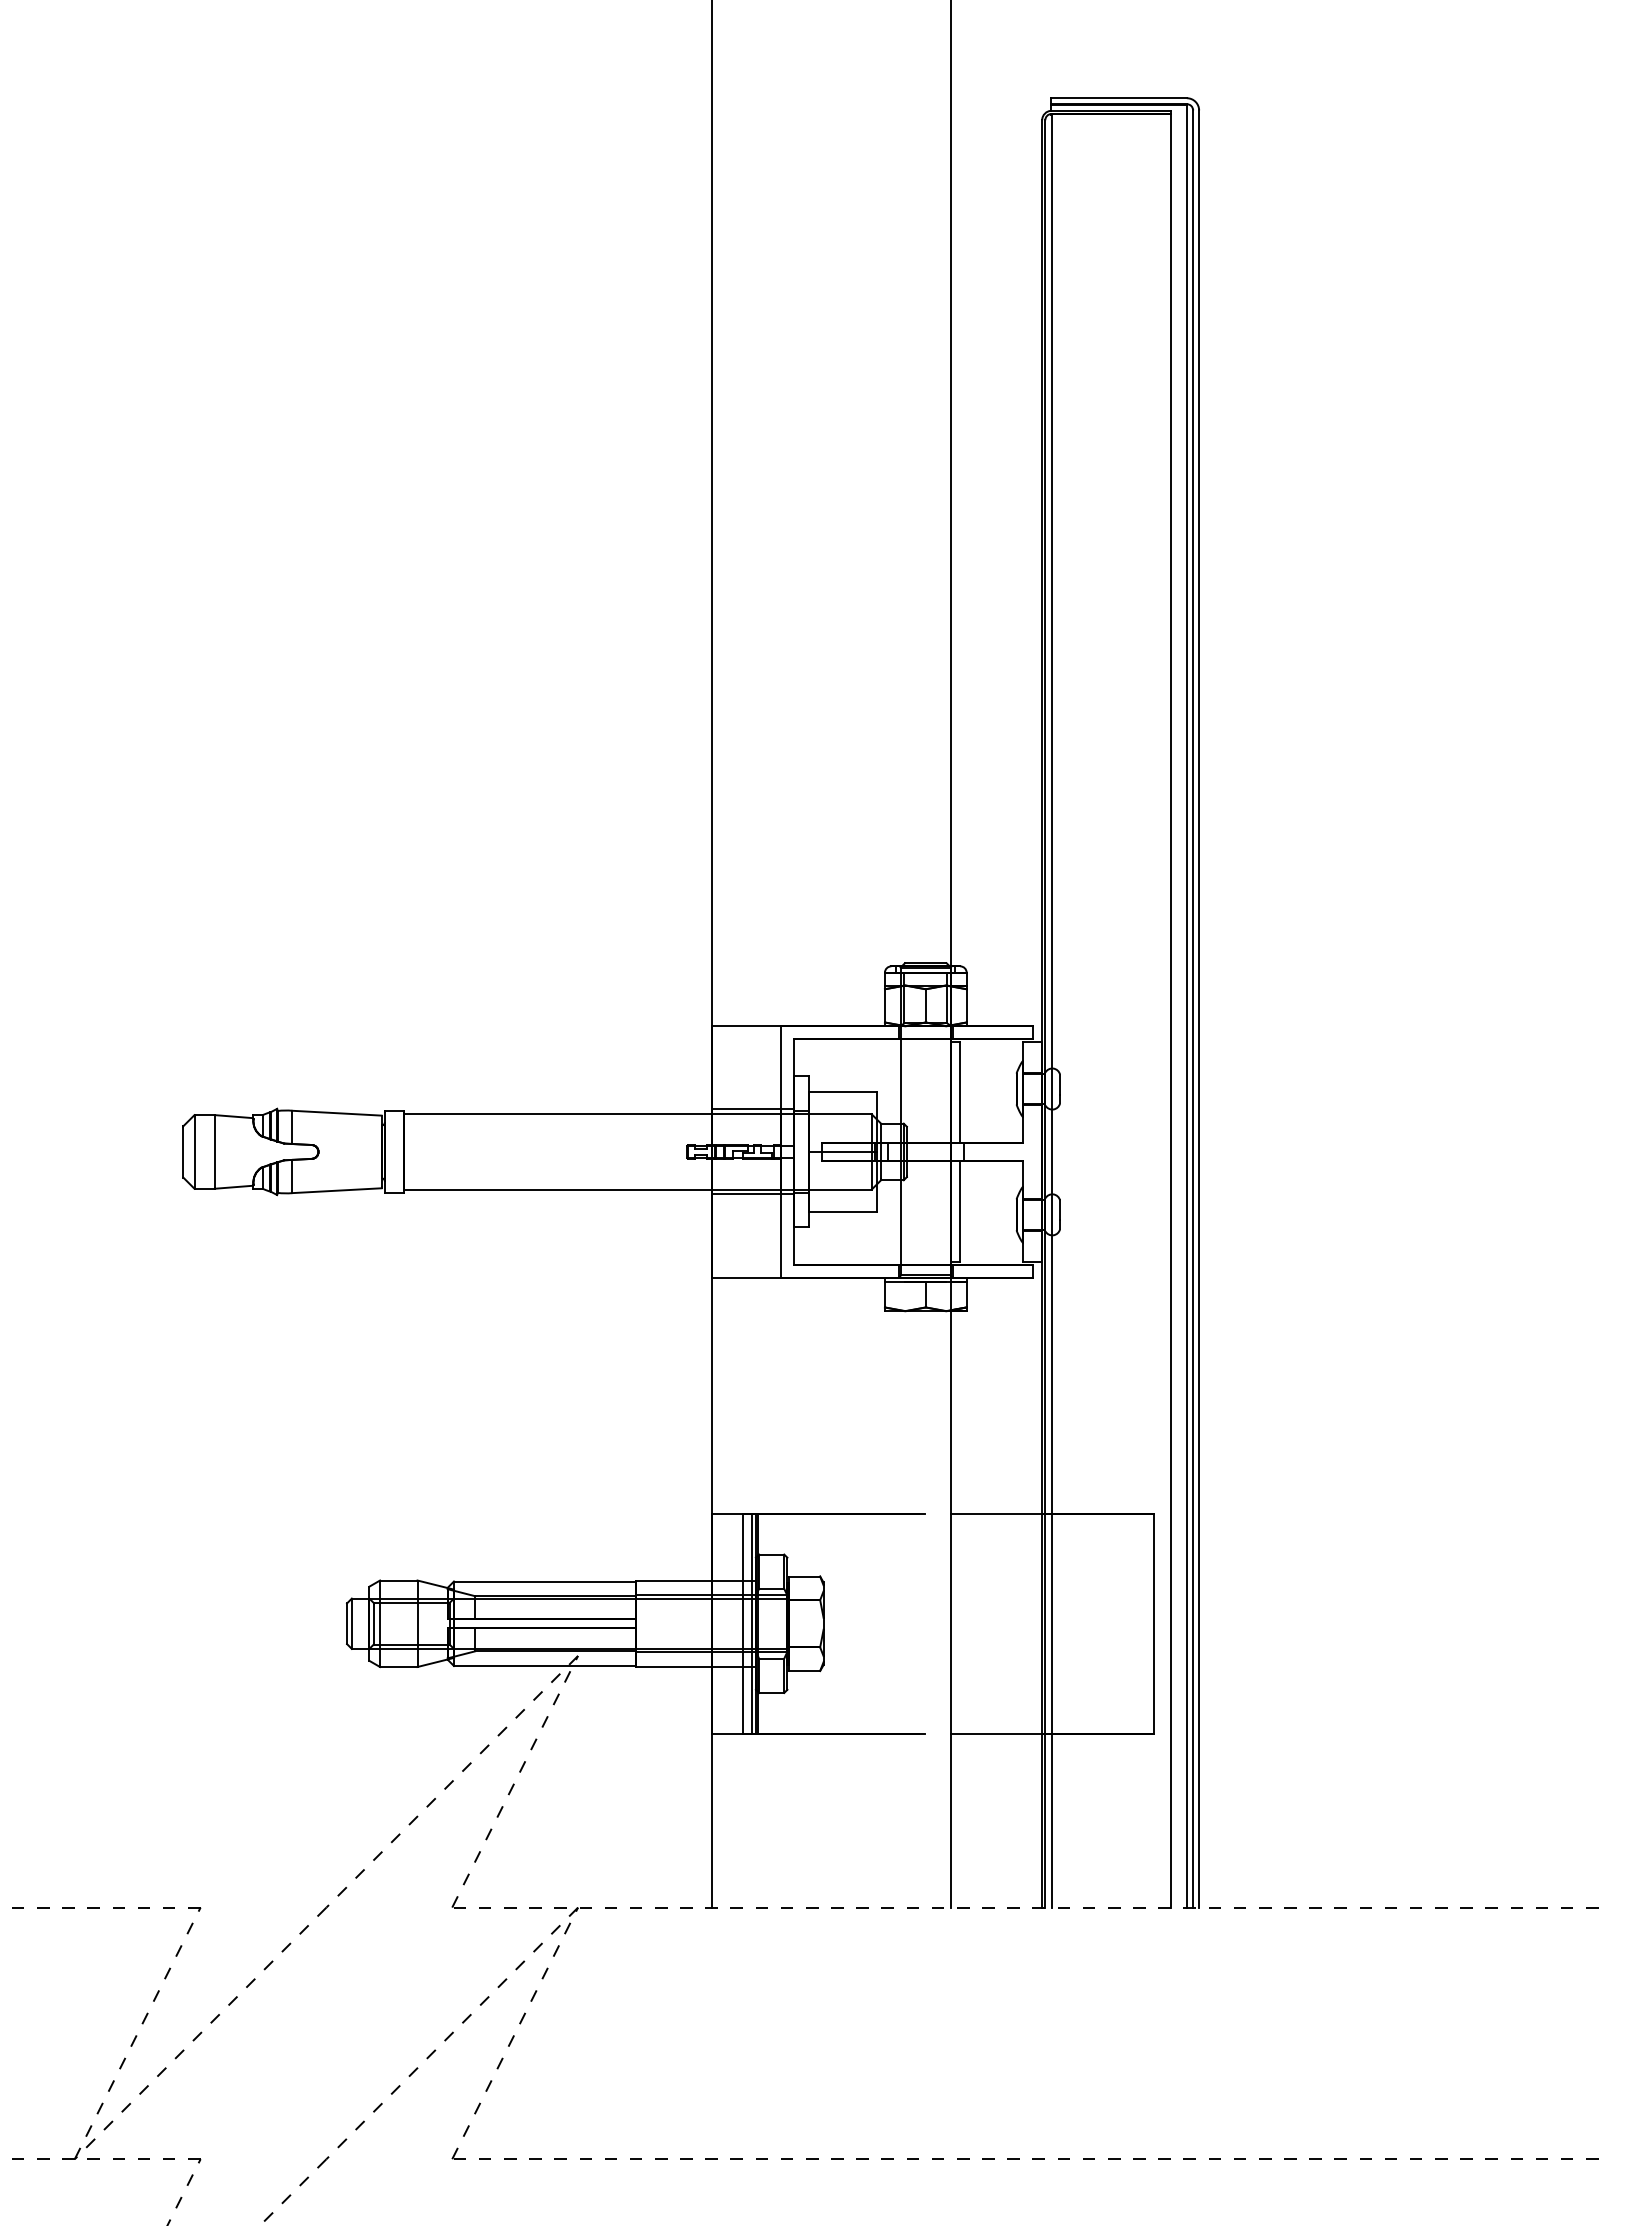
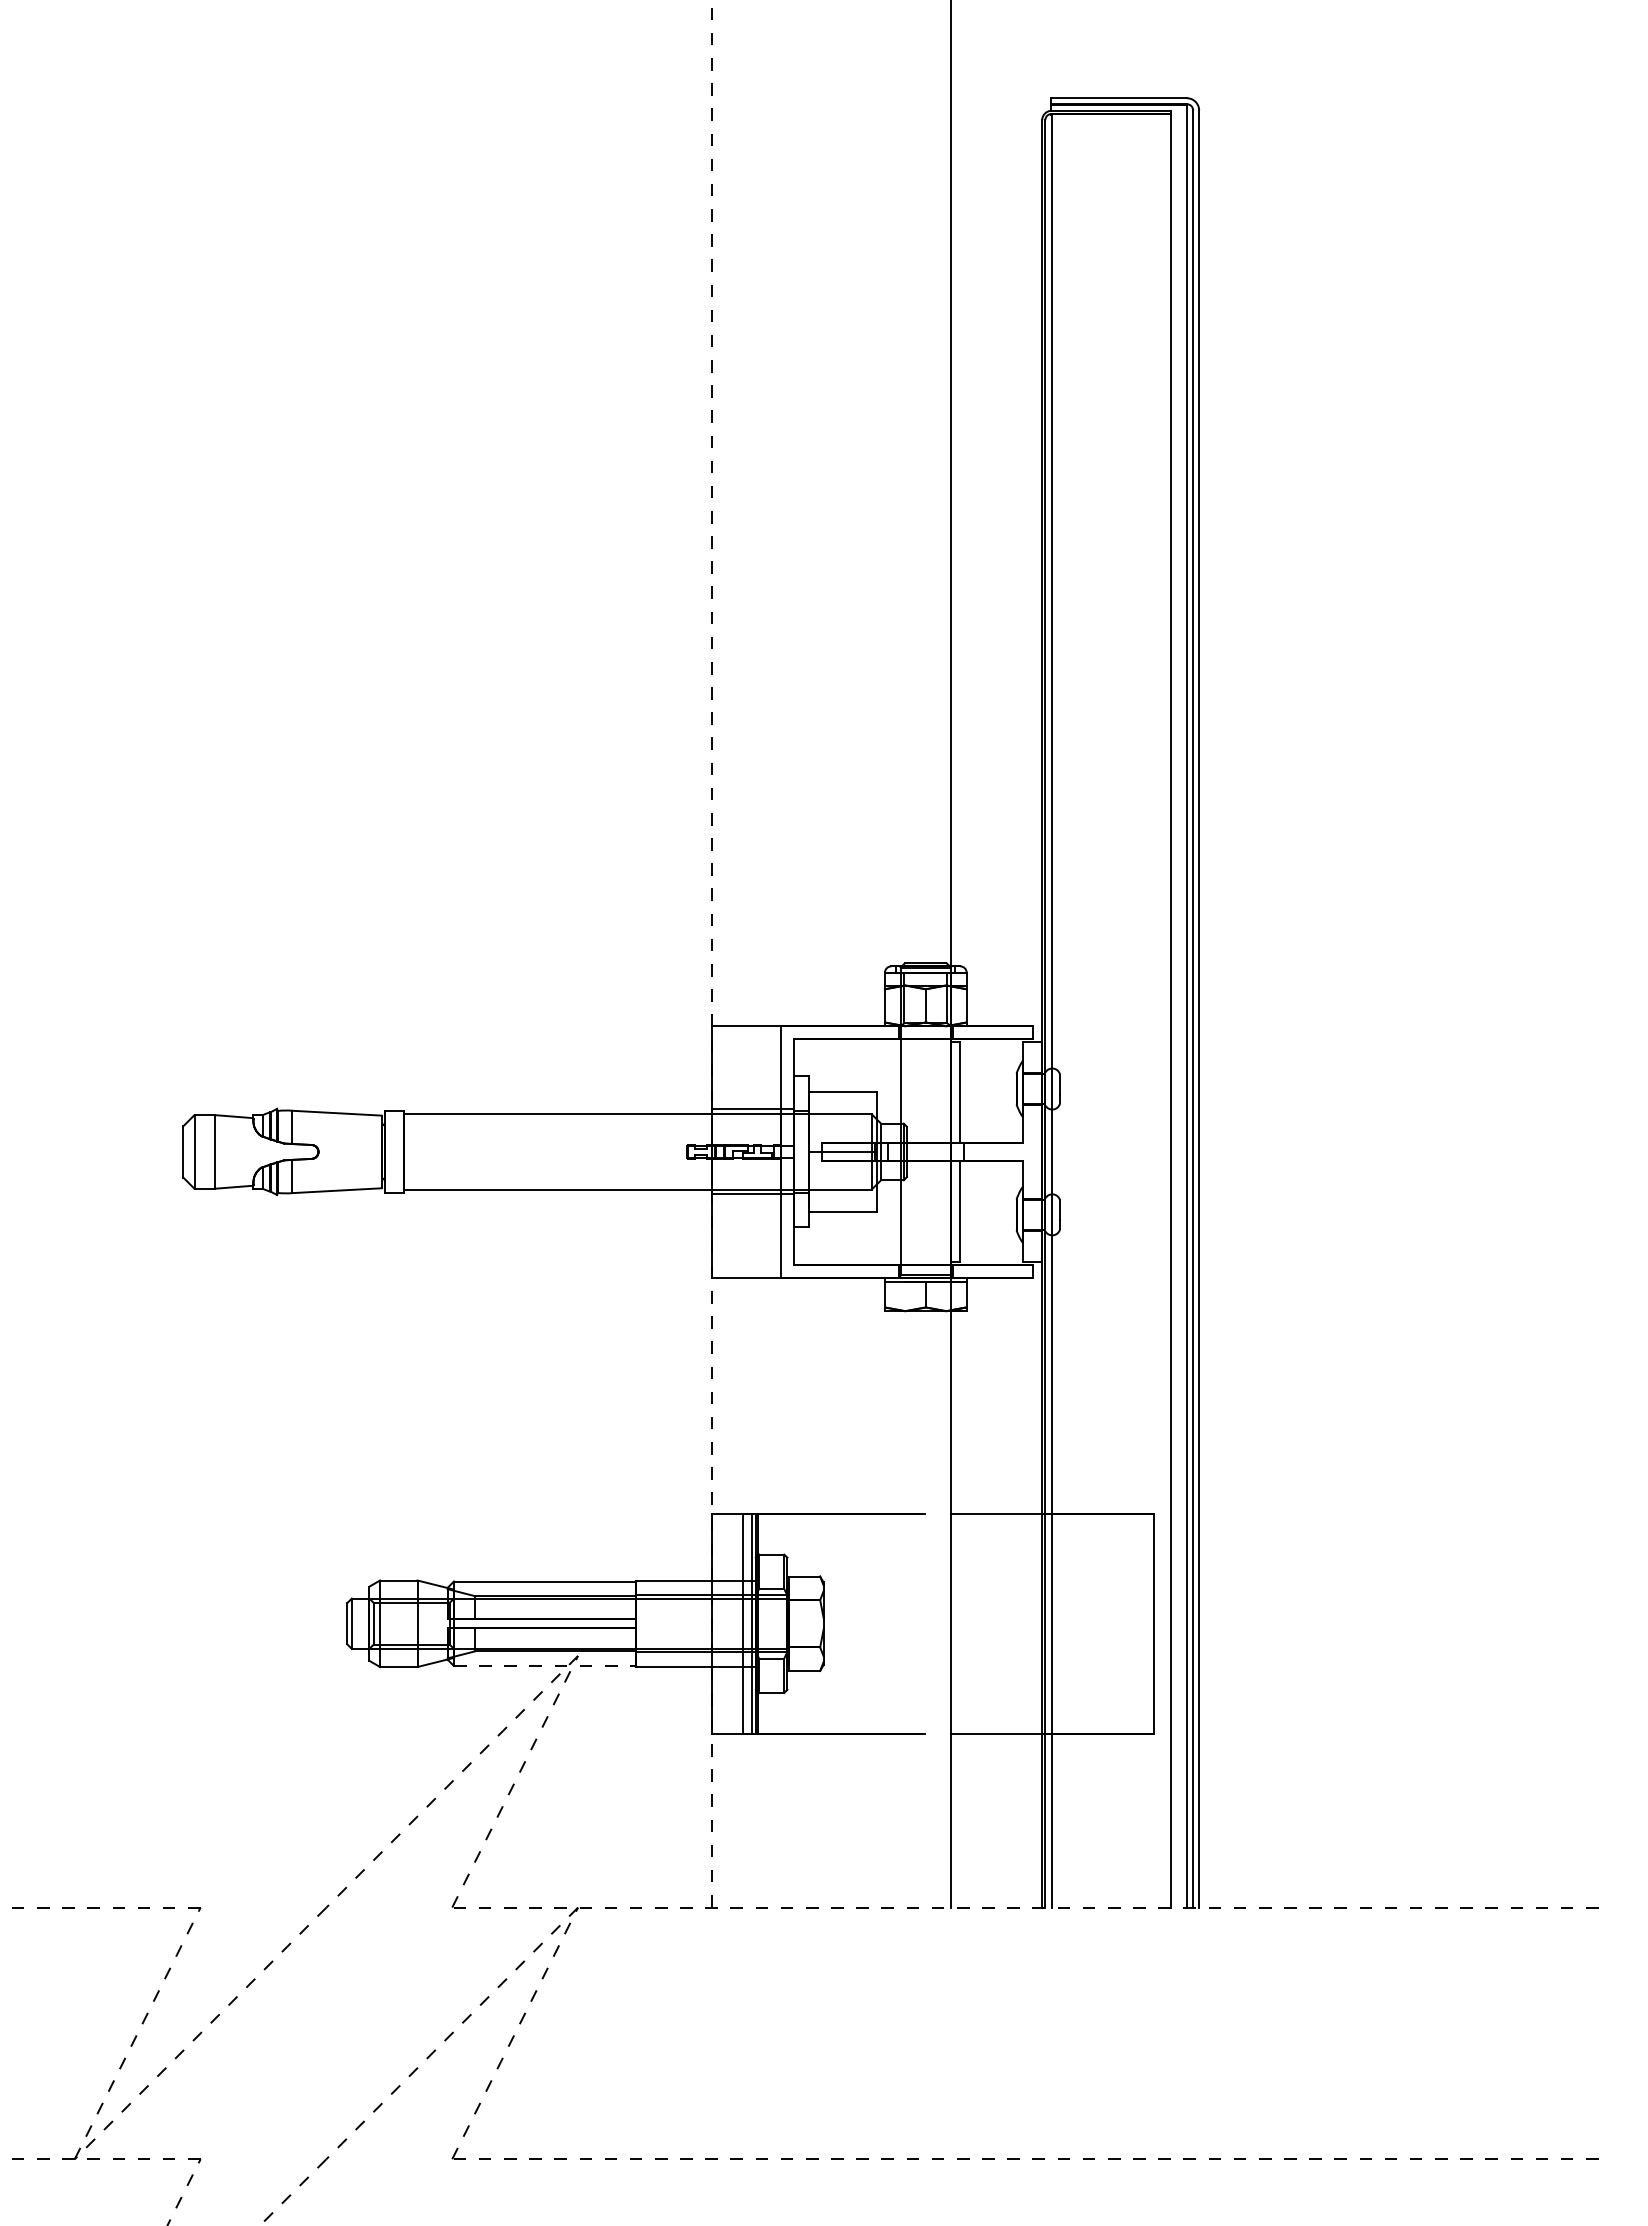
line at (711, 953): solid -> dashed
line at (545, 1666): solid -> dashed
